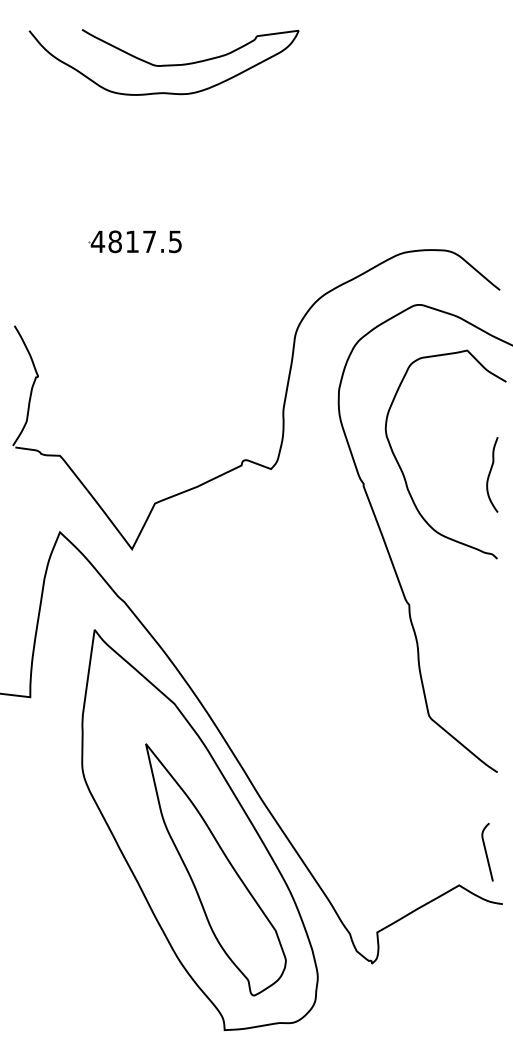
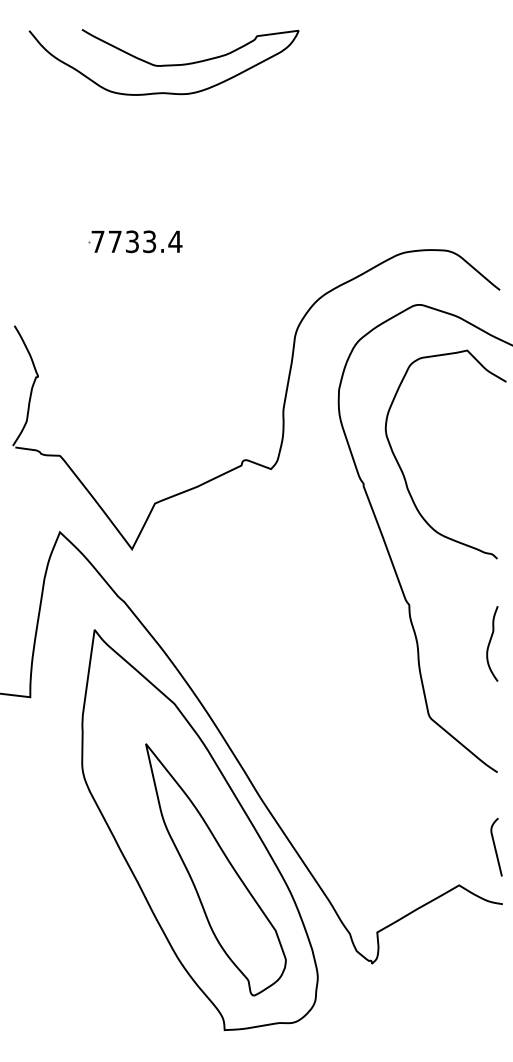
text at (136, 241): 4817.5 -> 7733.4
curve at (490, 474) position: (490, 474) -> (490, 643)
curve at (486, 851) position: (486, 851) -> (495, 846)
